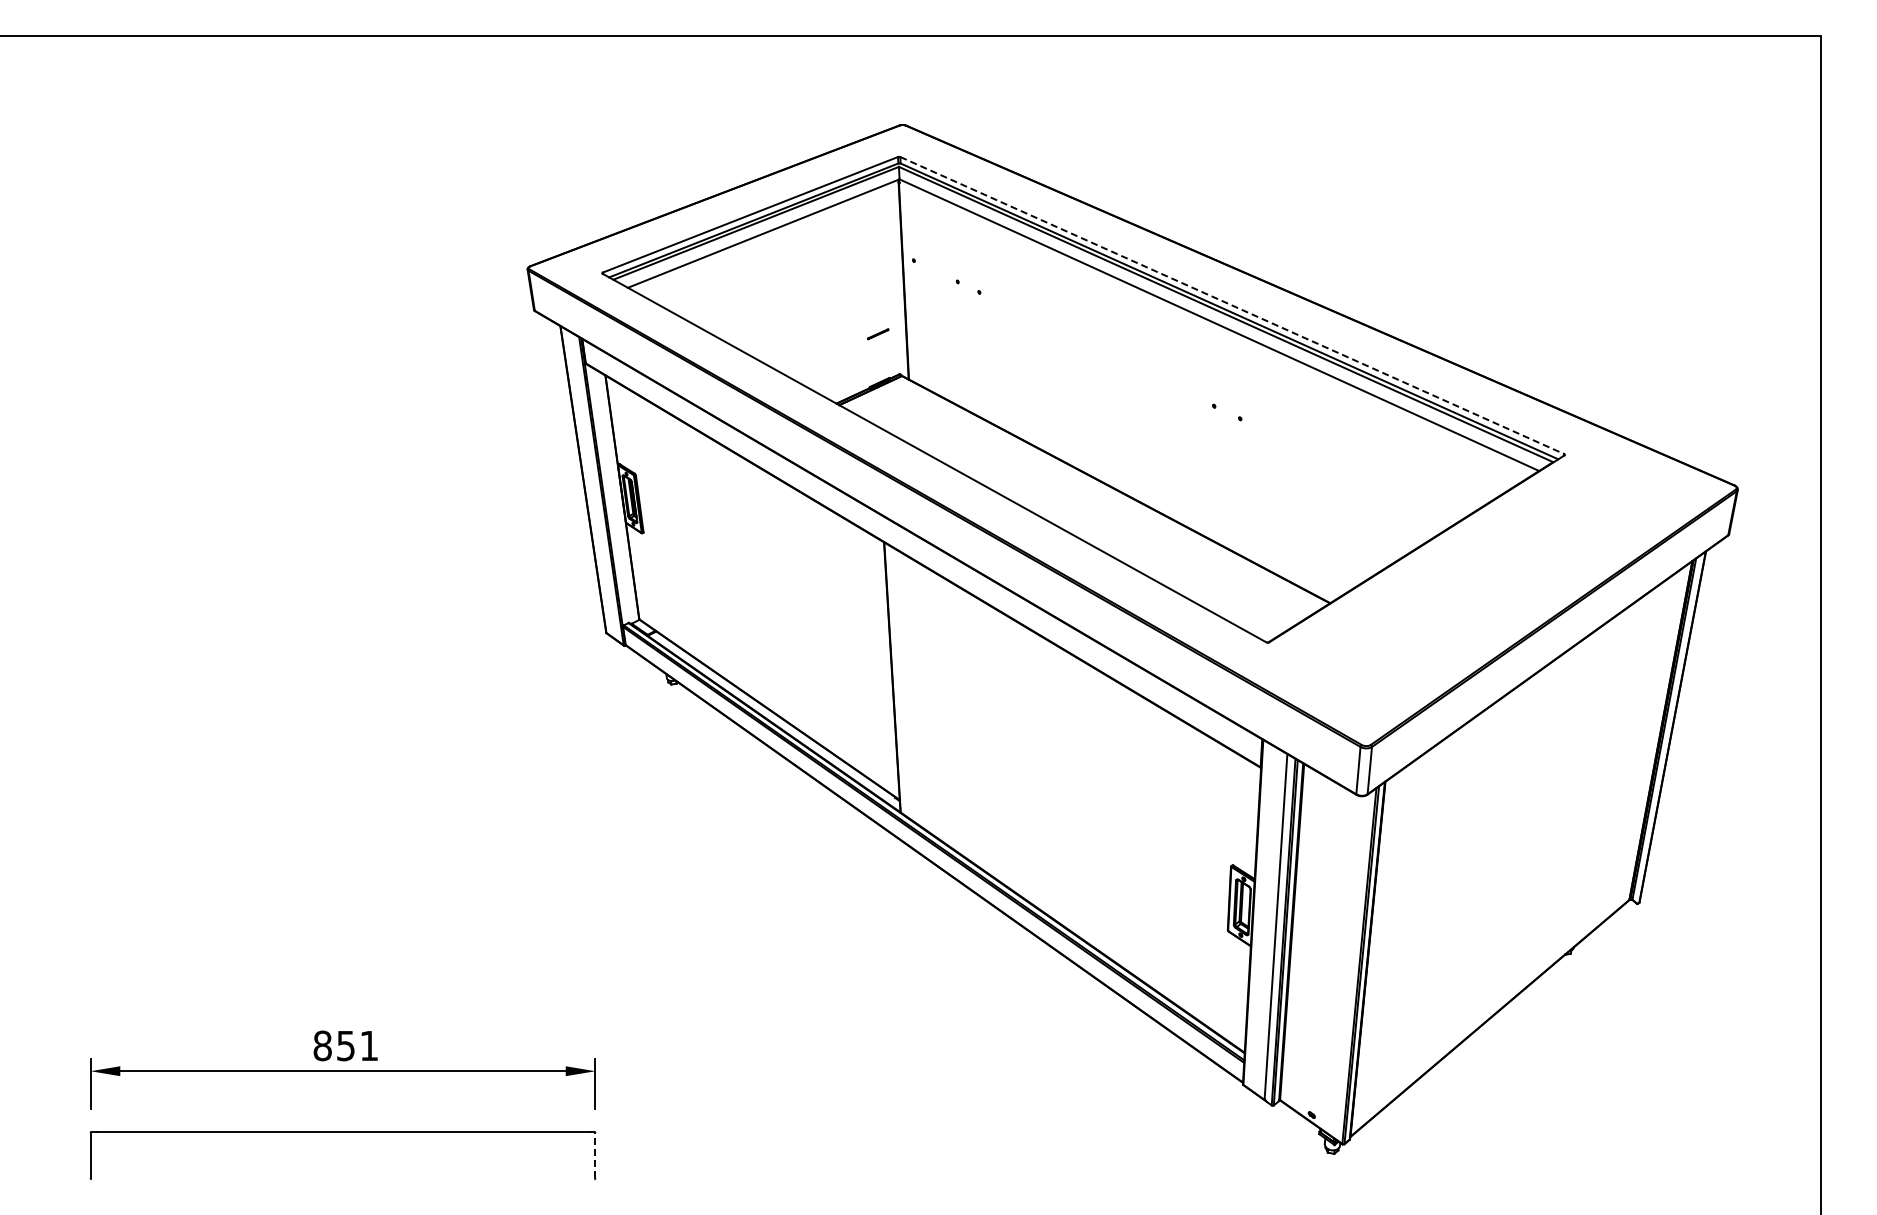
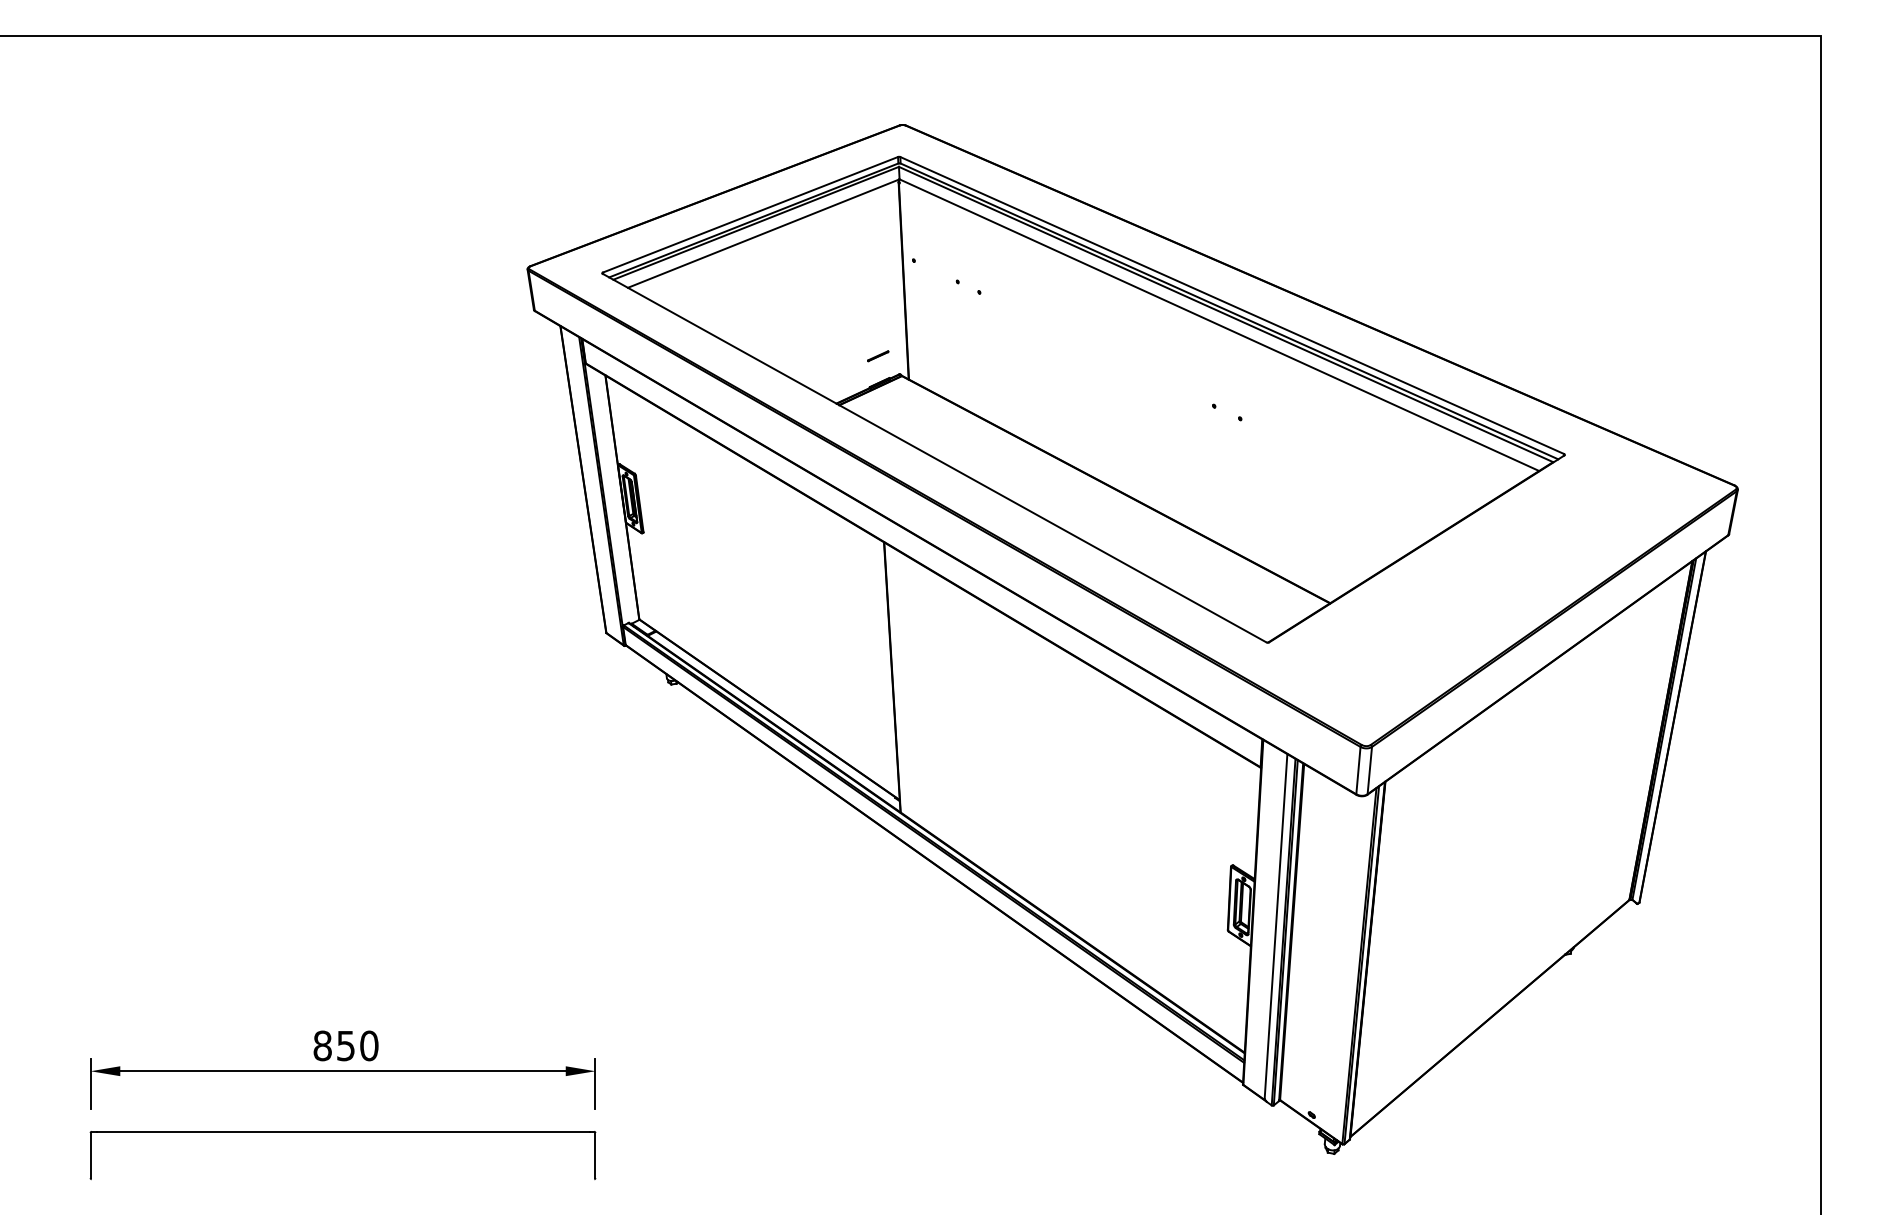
line at (1232, 305): dashed -> solid
line at (878, 334) position: (878, 334) -> (878, 356)
text at (369, 1045): 851 -> 850
line at (595, 1155): dashed -> solid
